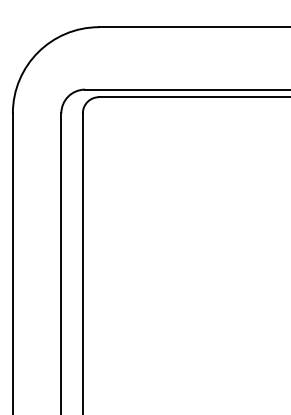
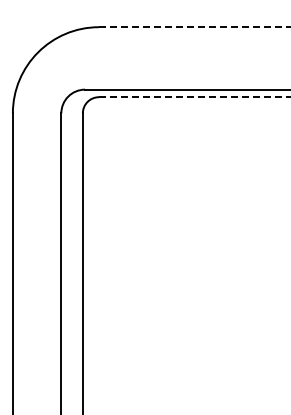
line at (195, 27): solid -> dashed
line at (194, 97): solid -> dashed
